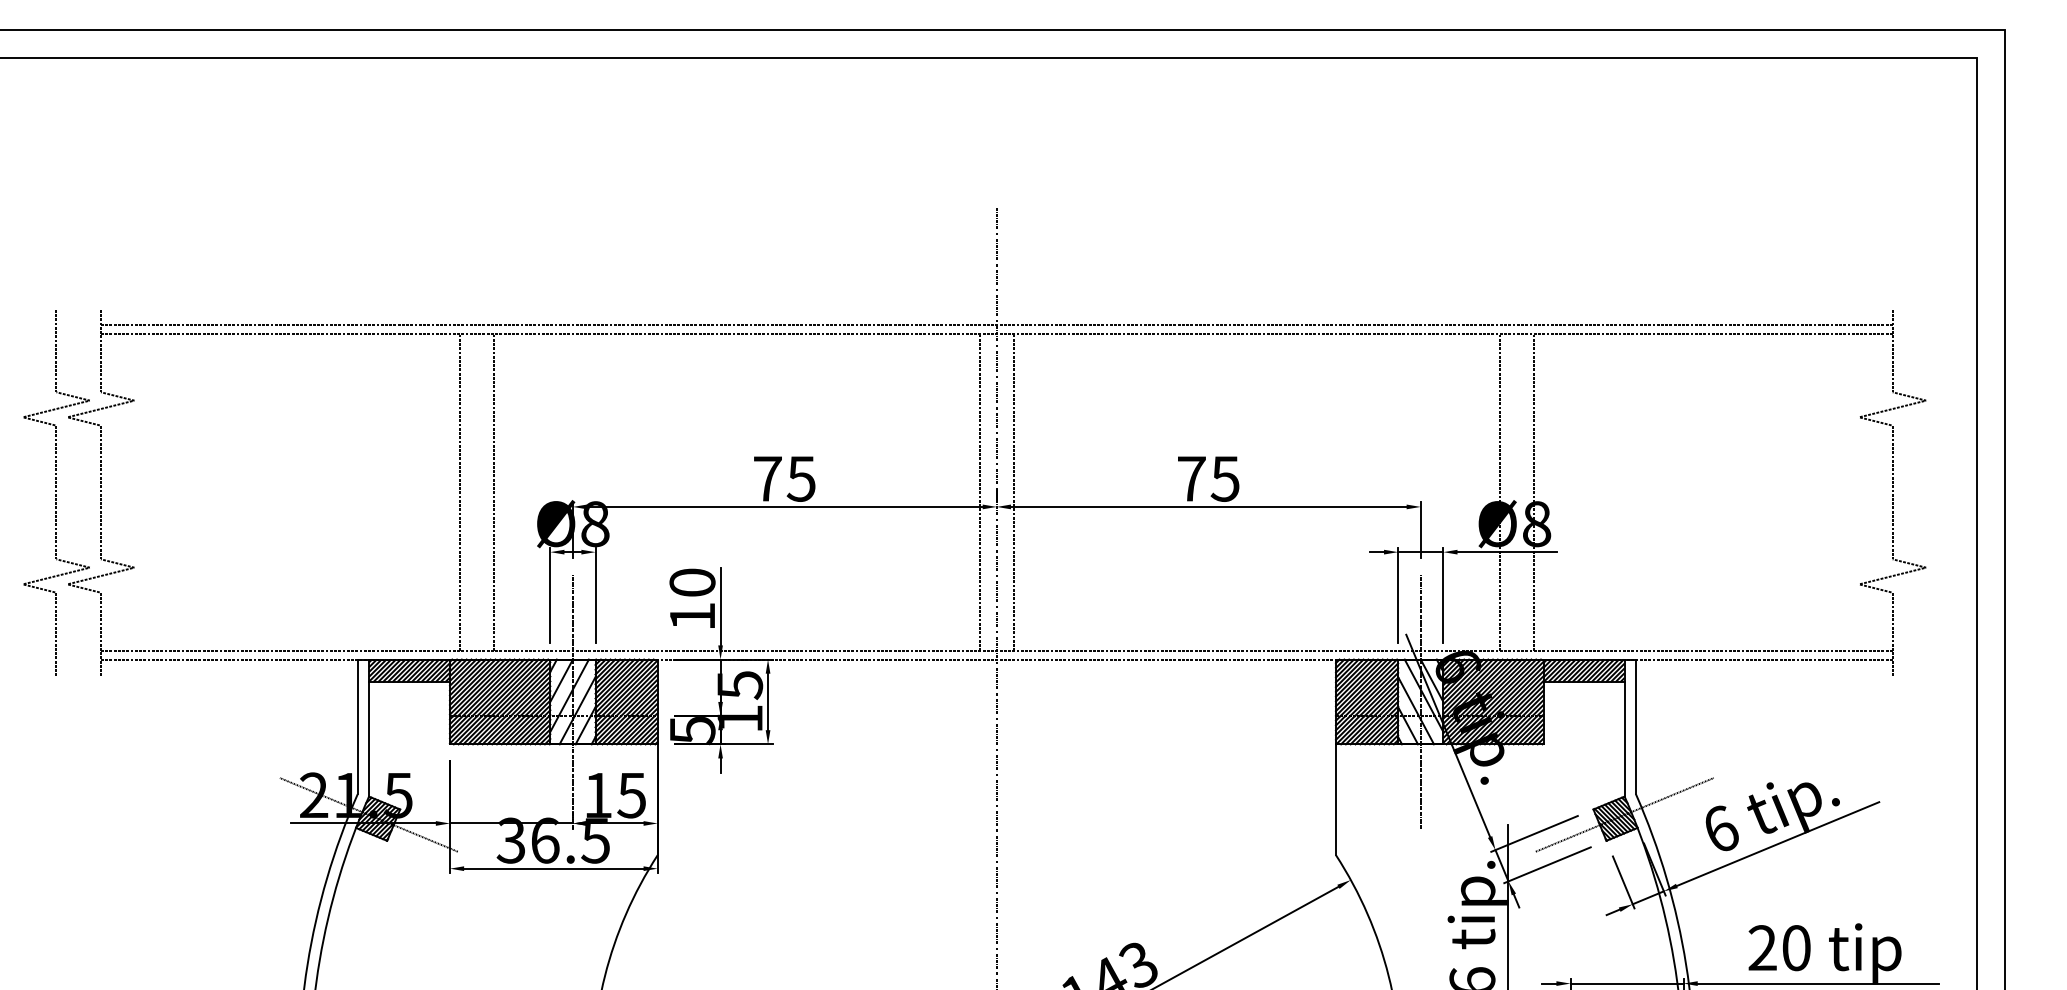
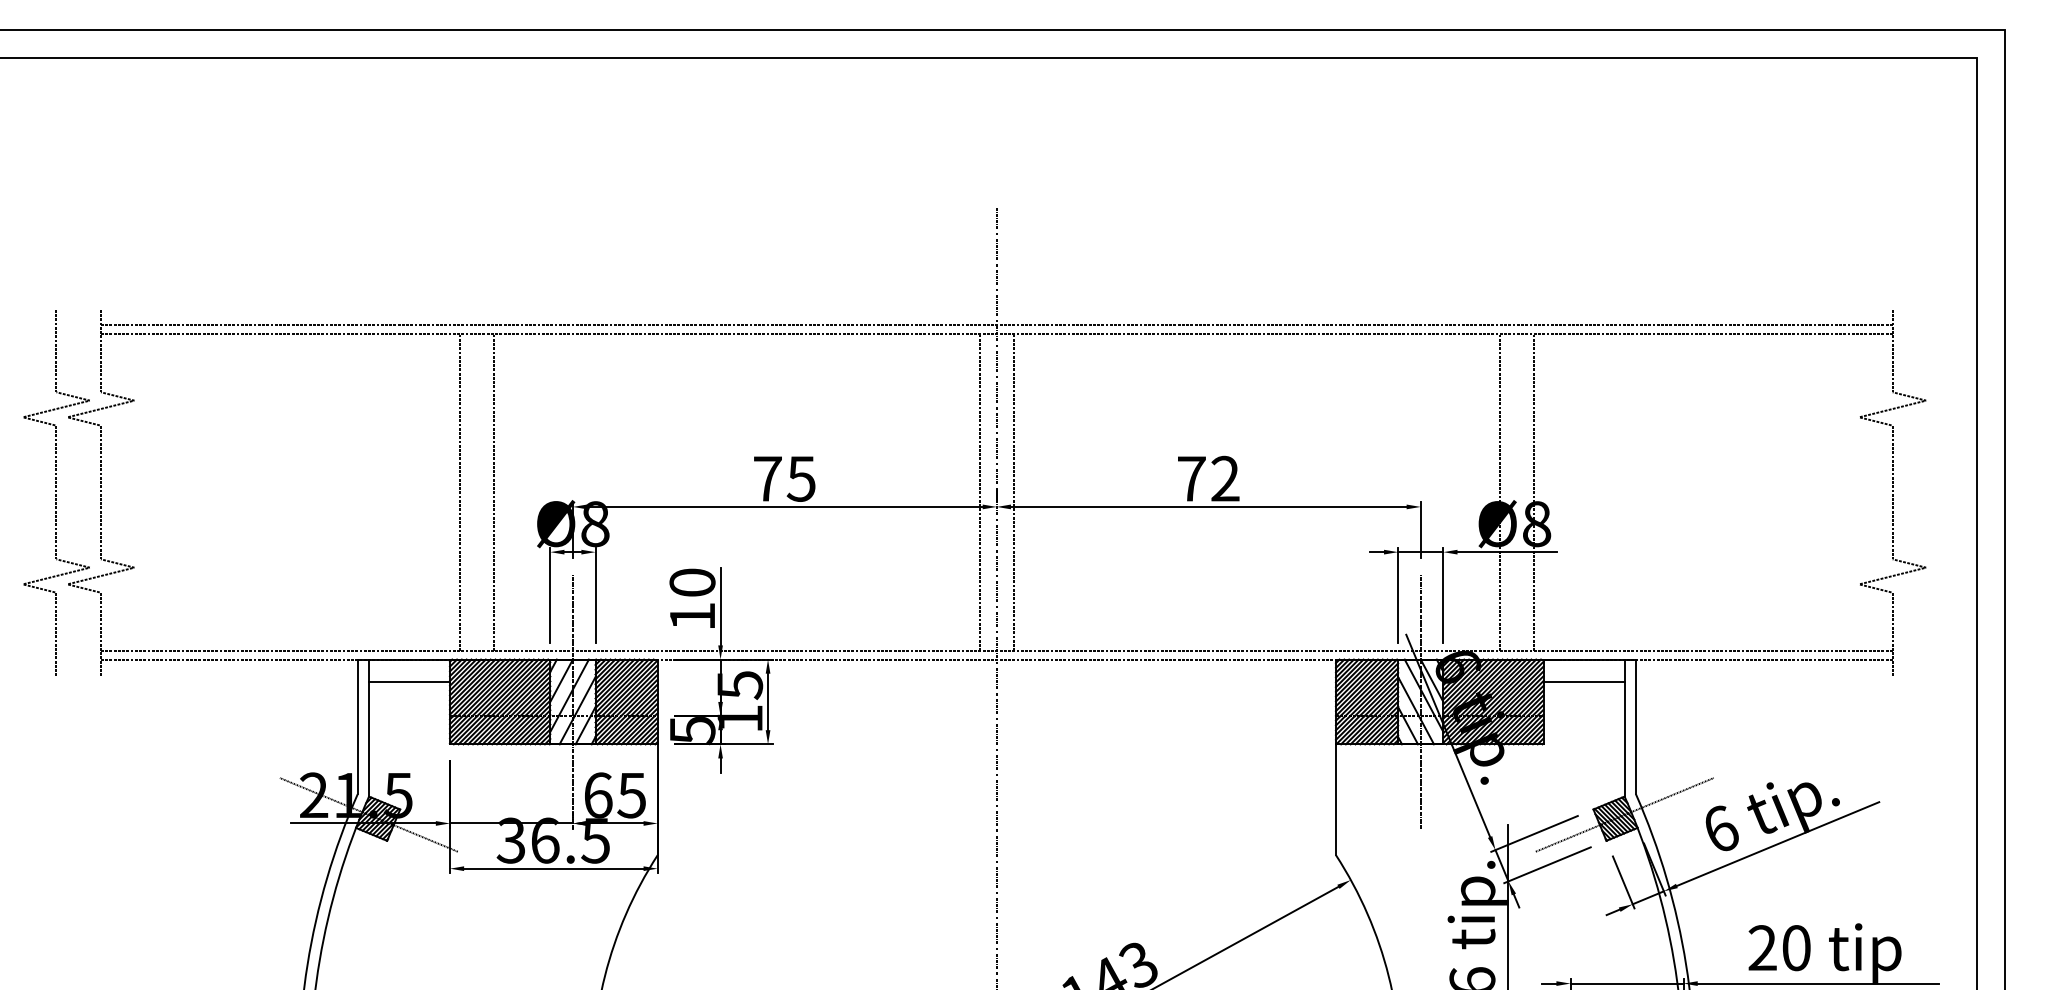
text at (1224, 478): 75 -> 72
hatch at (409, 670): present -> none
hatch at (1583, 670): present -> none
text at (598, 795): 15 -> 65
